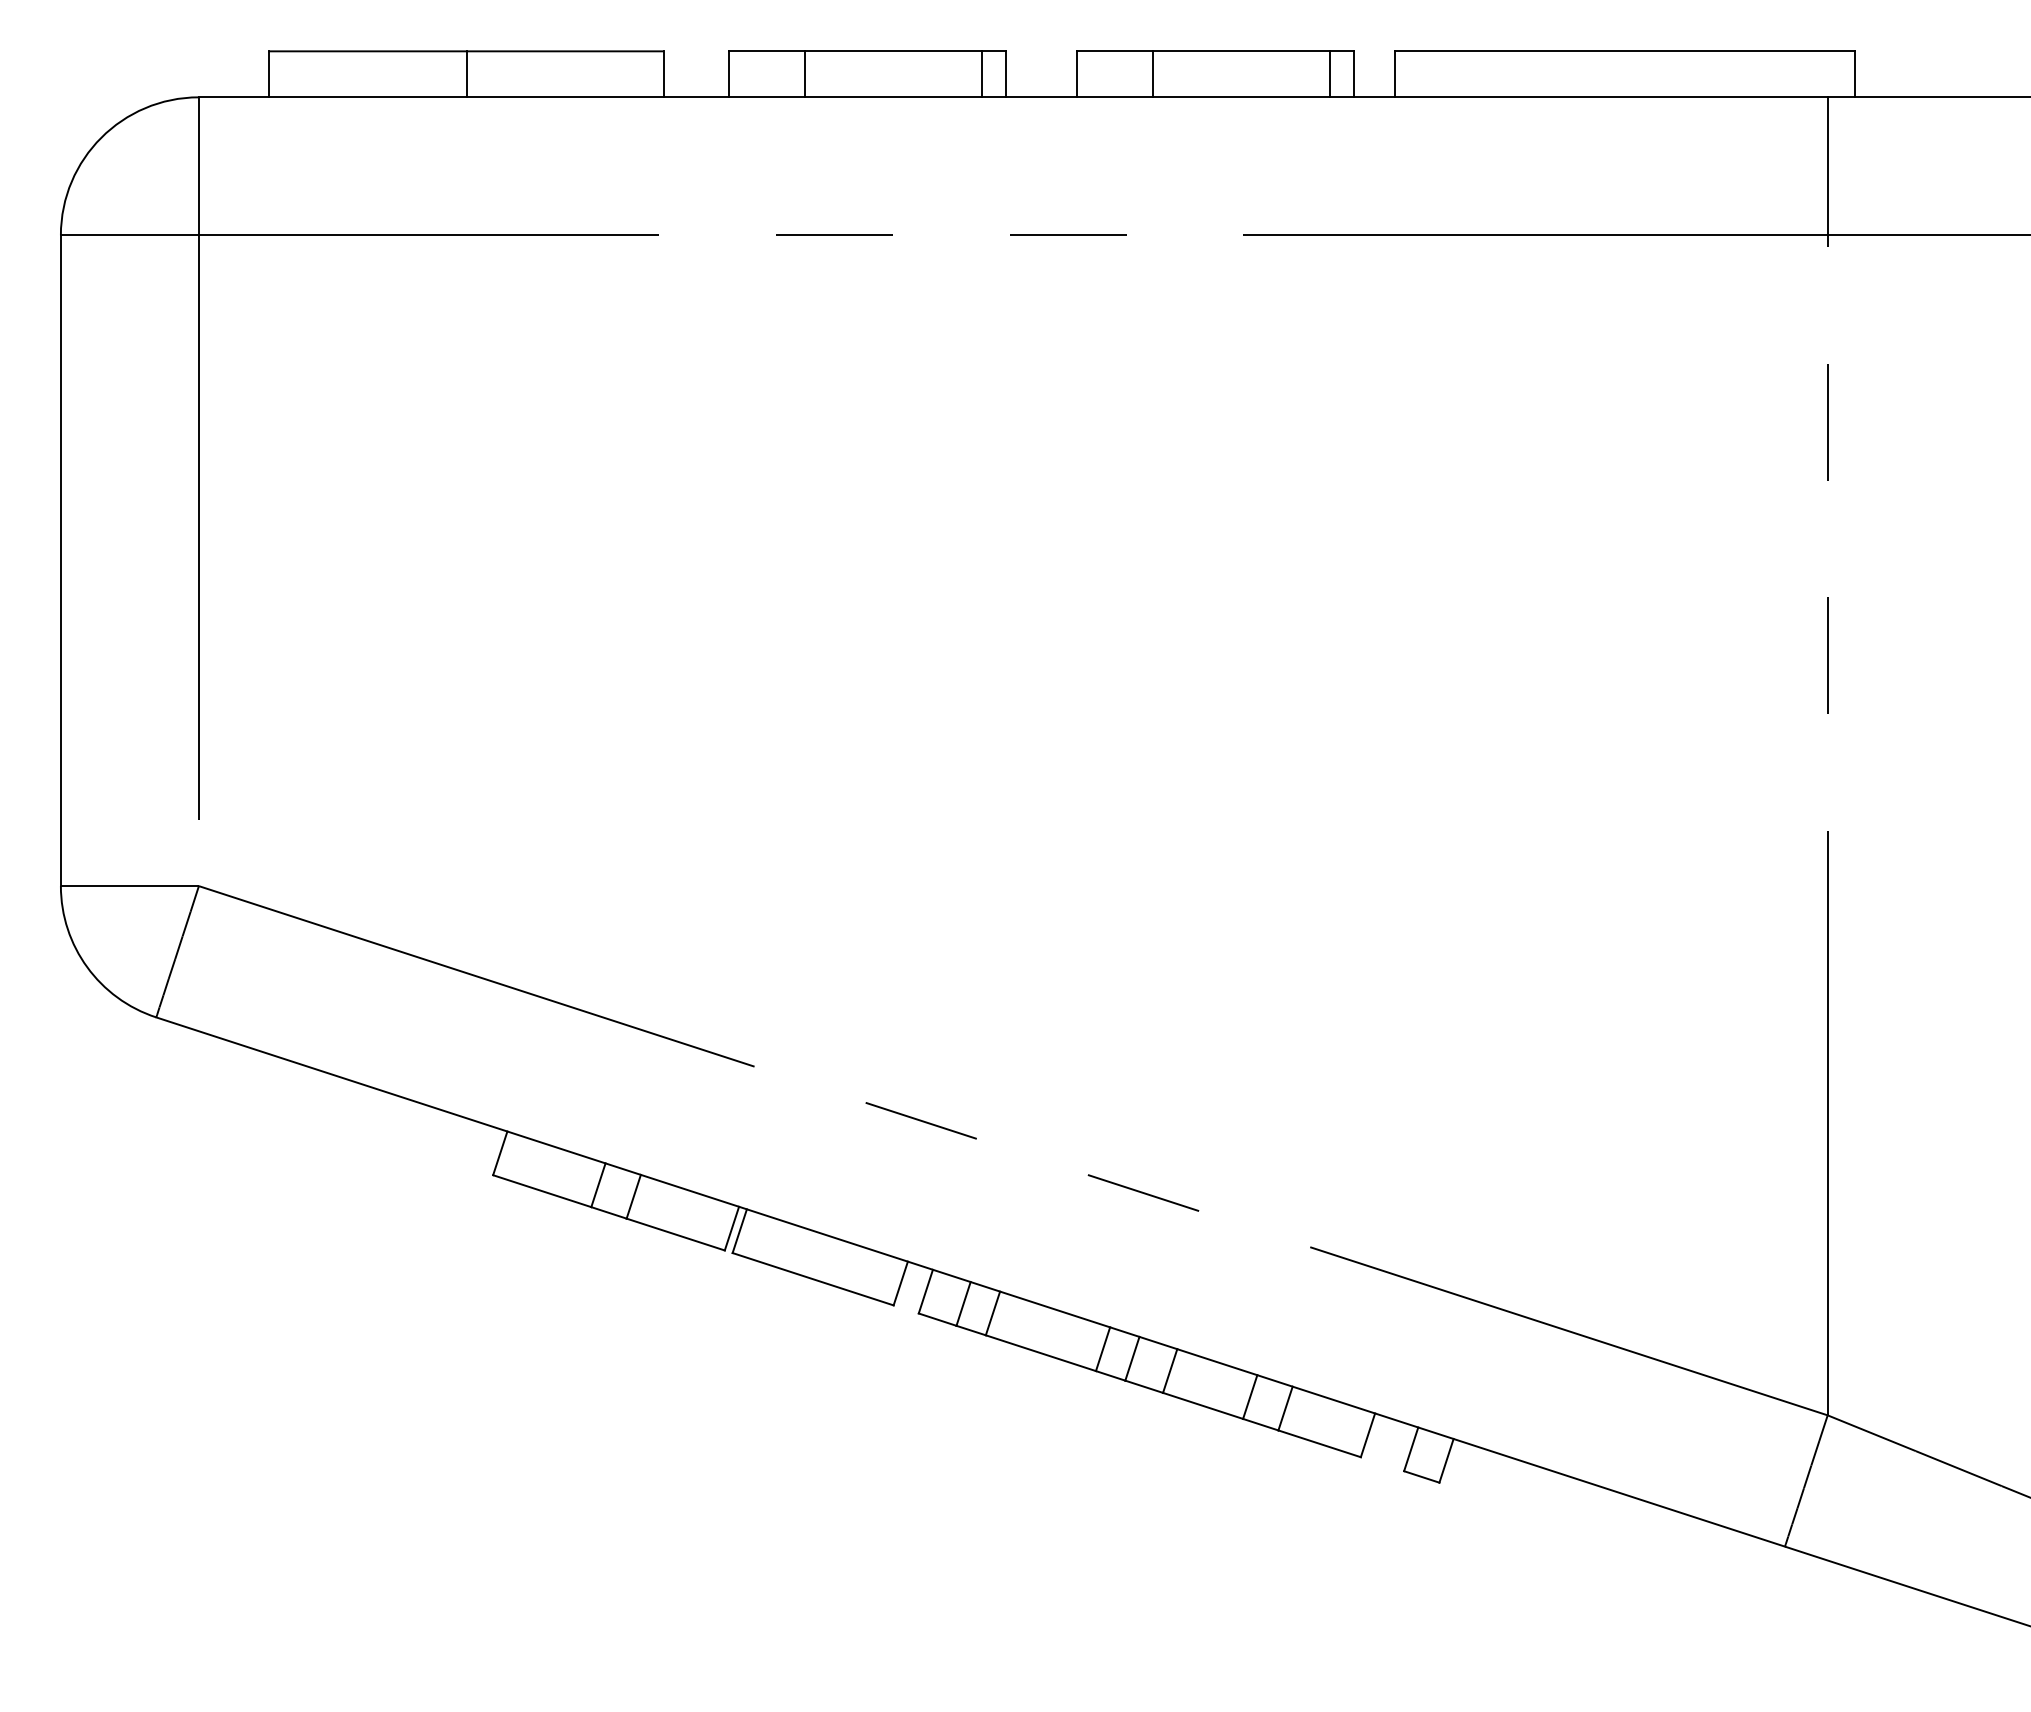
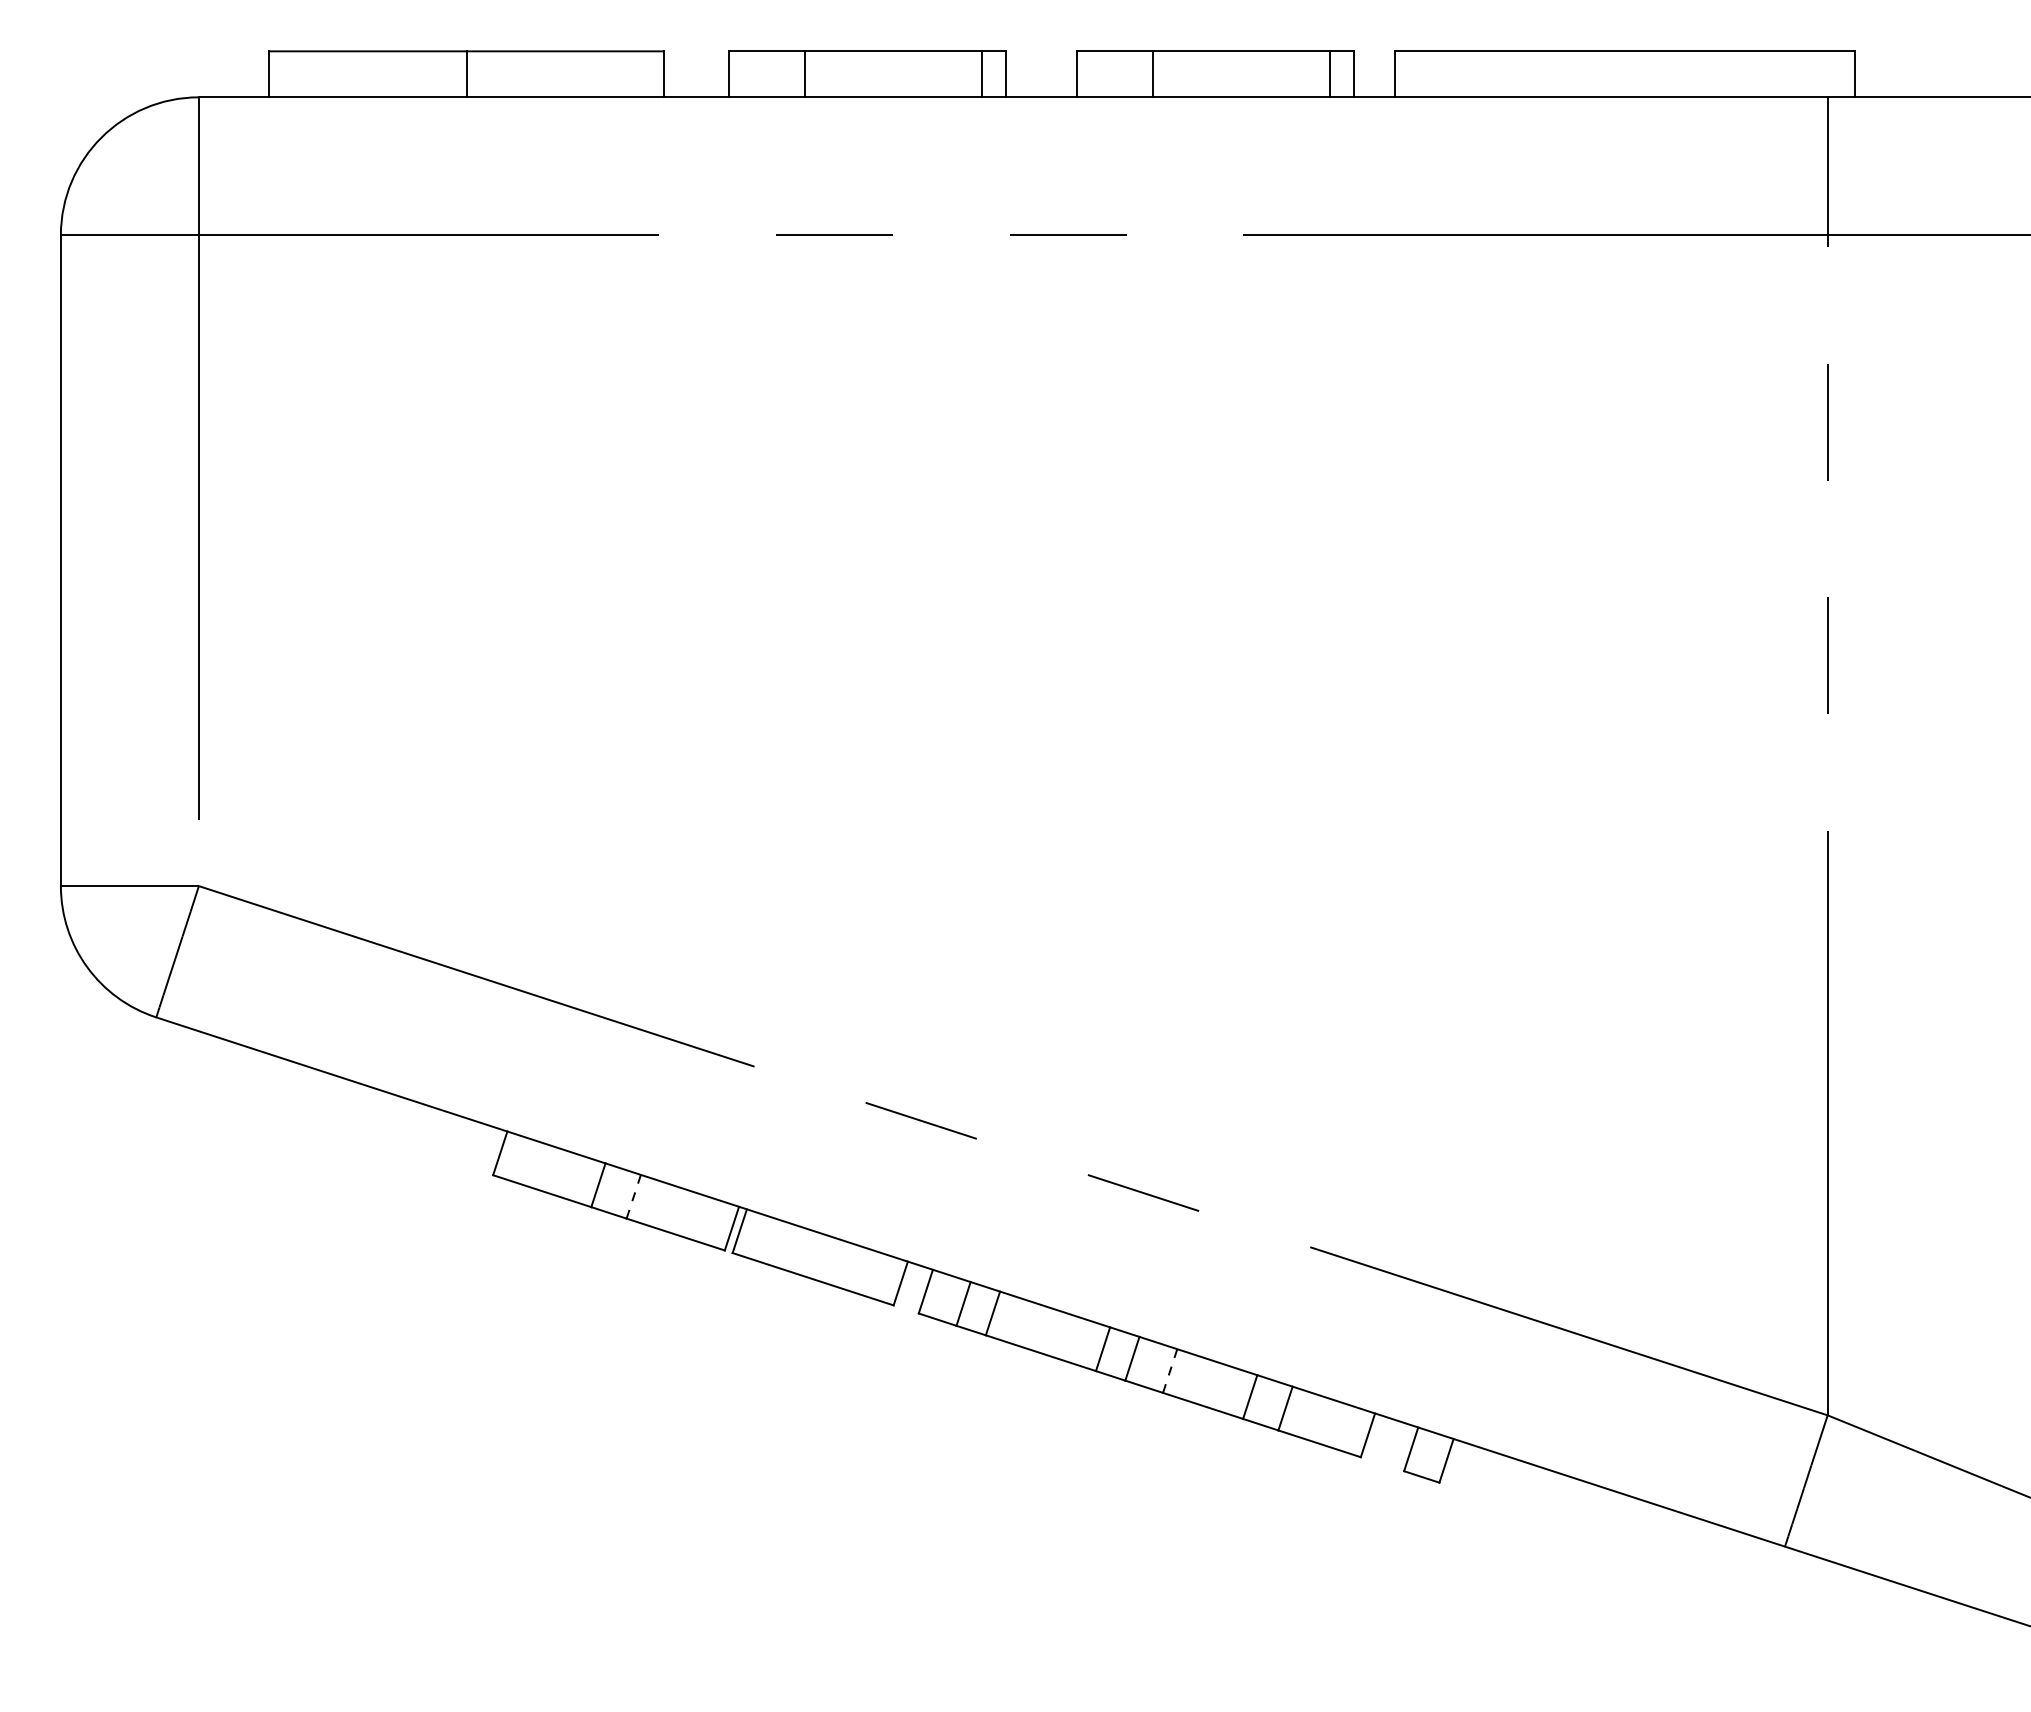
line at (633, 1196): solid -> dashed
line at (1170, 1370): solid -> dashed
